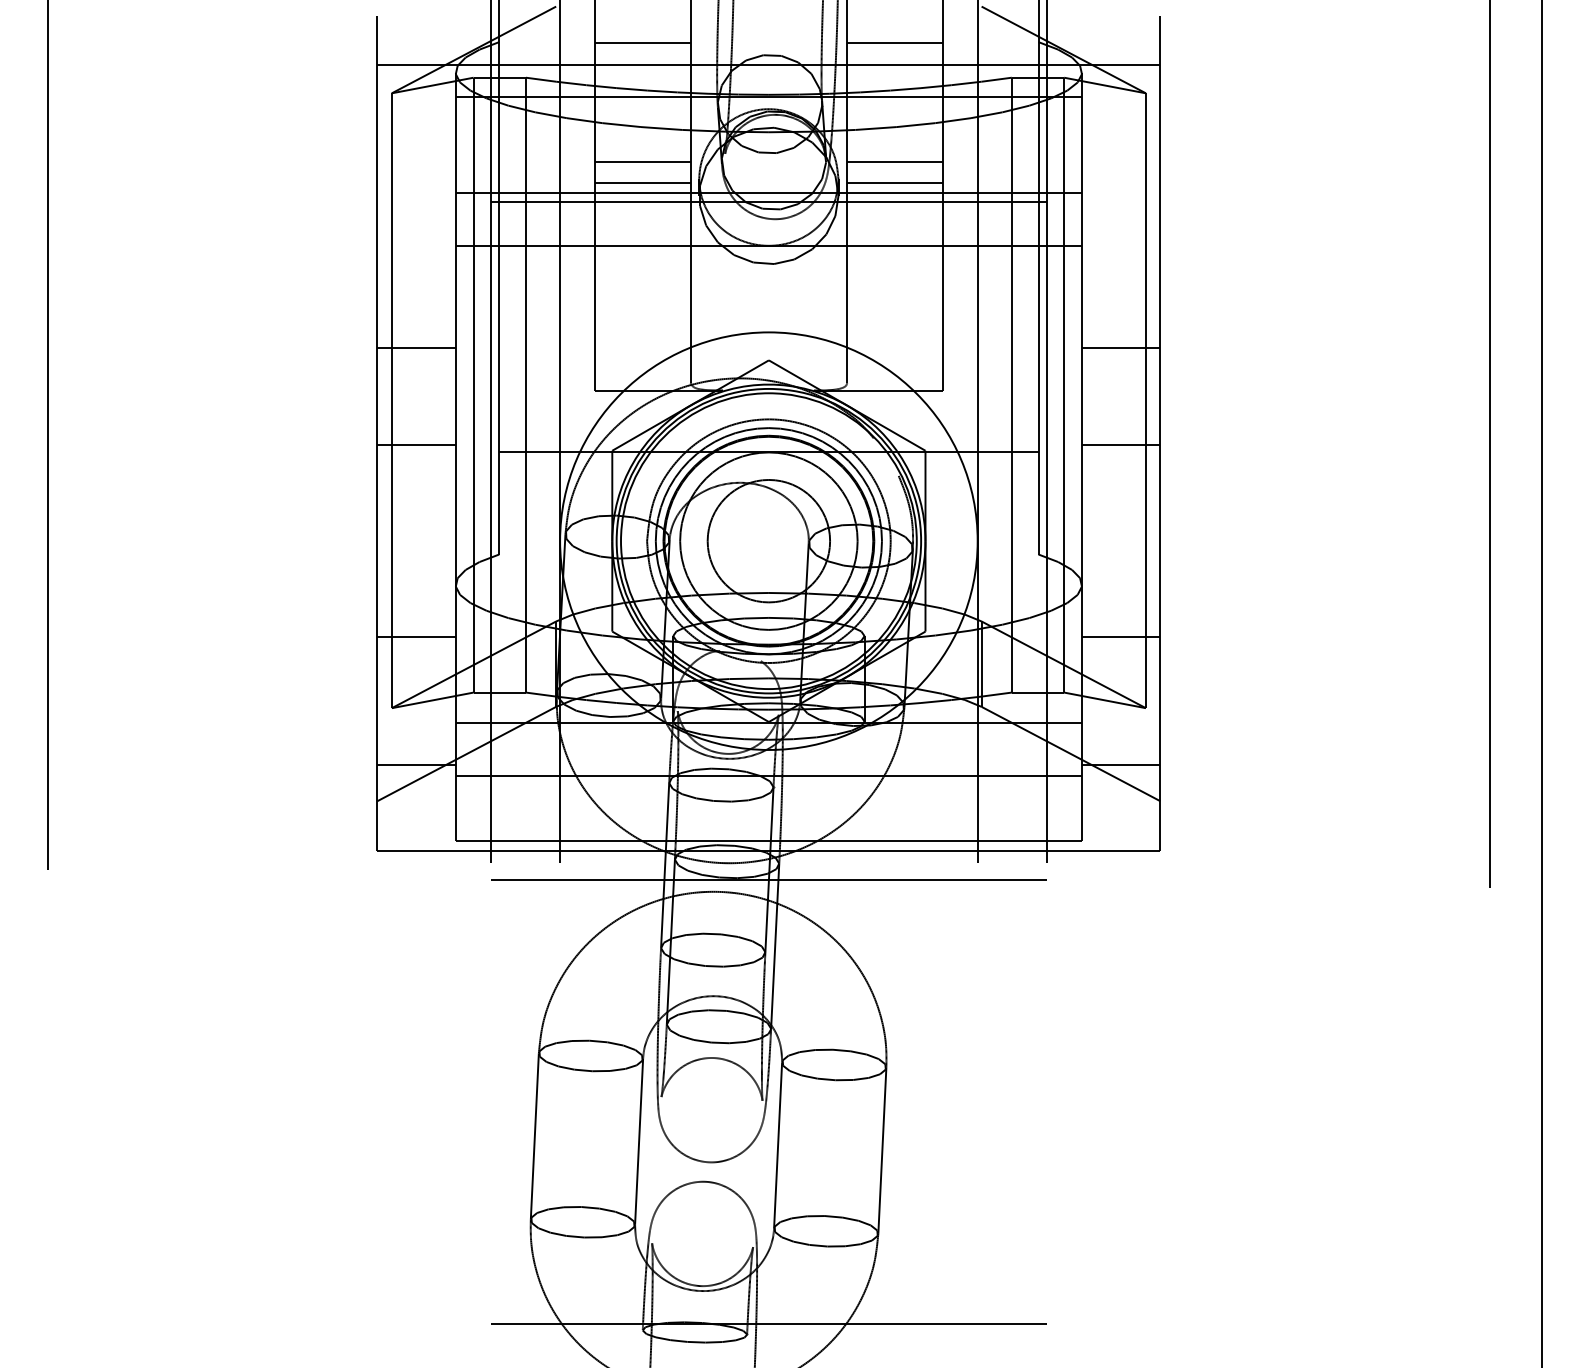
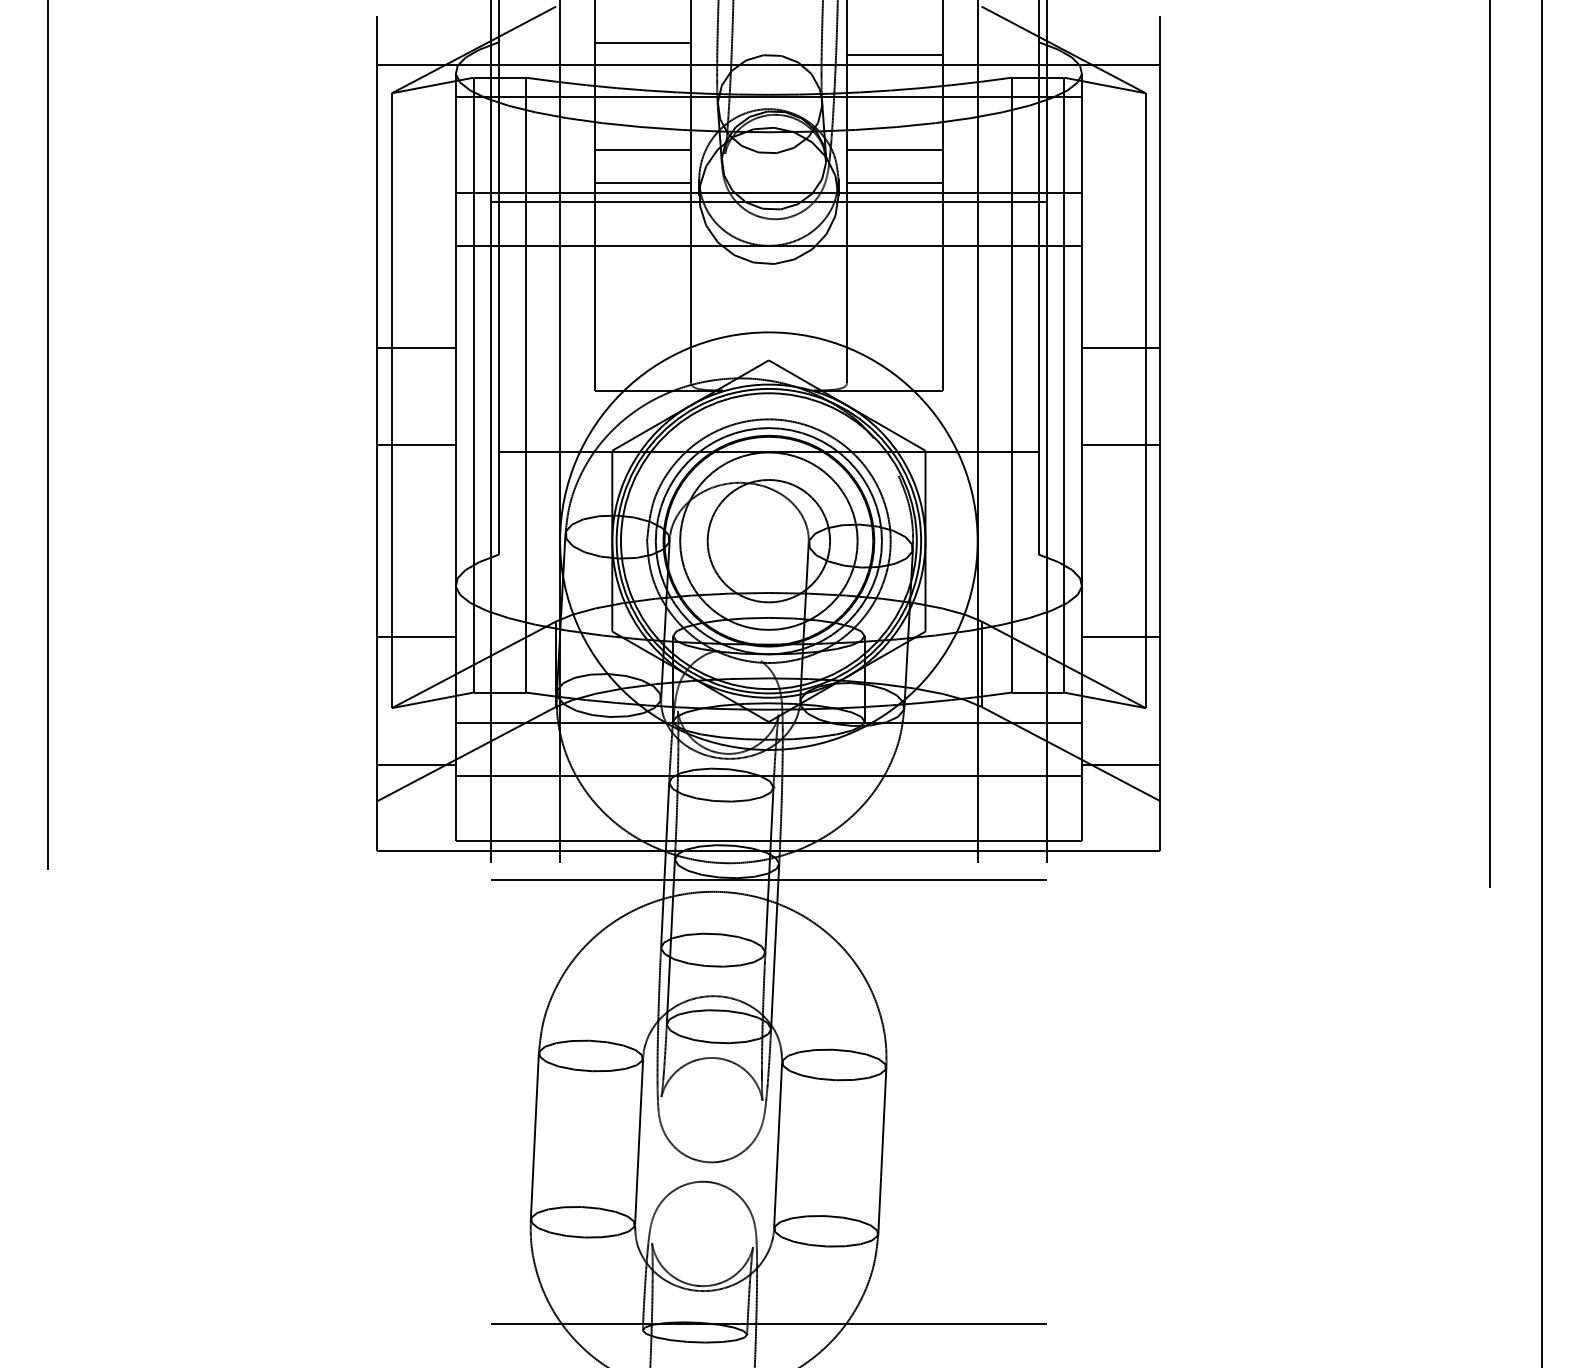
line at (894, 43) position: (894, 43) -> (894, 55)
line at (642, 162) position: (642, 162) -> (642, 150)
line at (894, 162) position: (894, 162) -> (894, 150)
